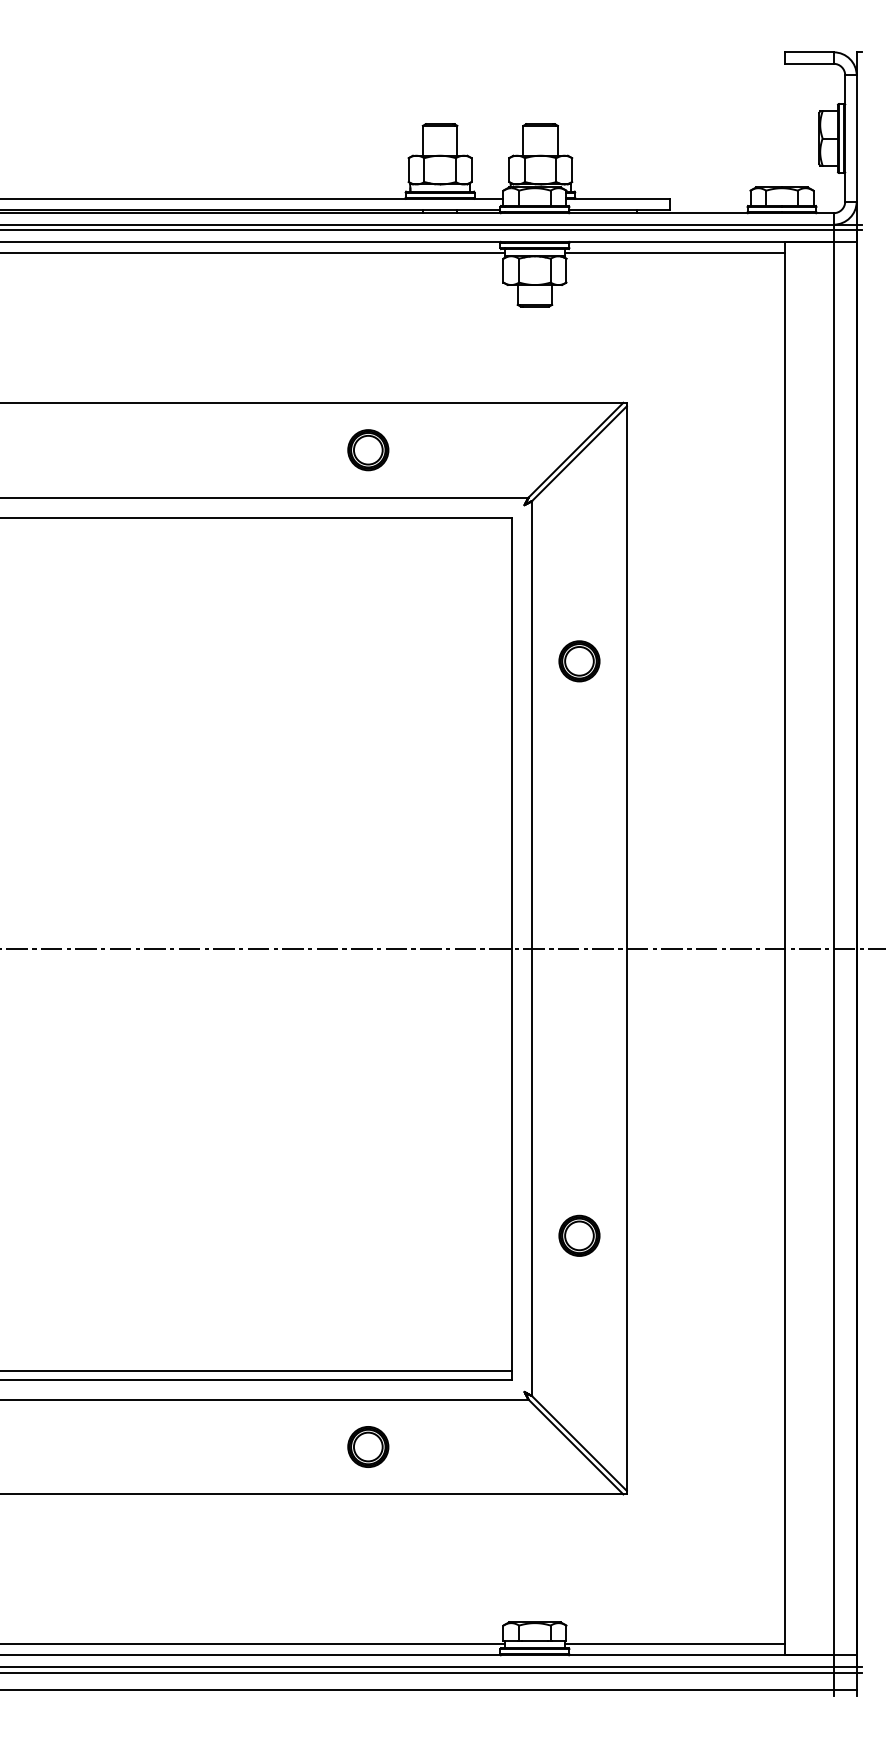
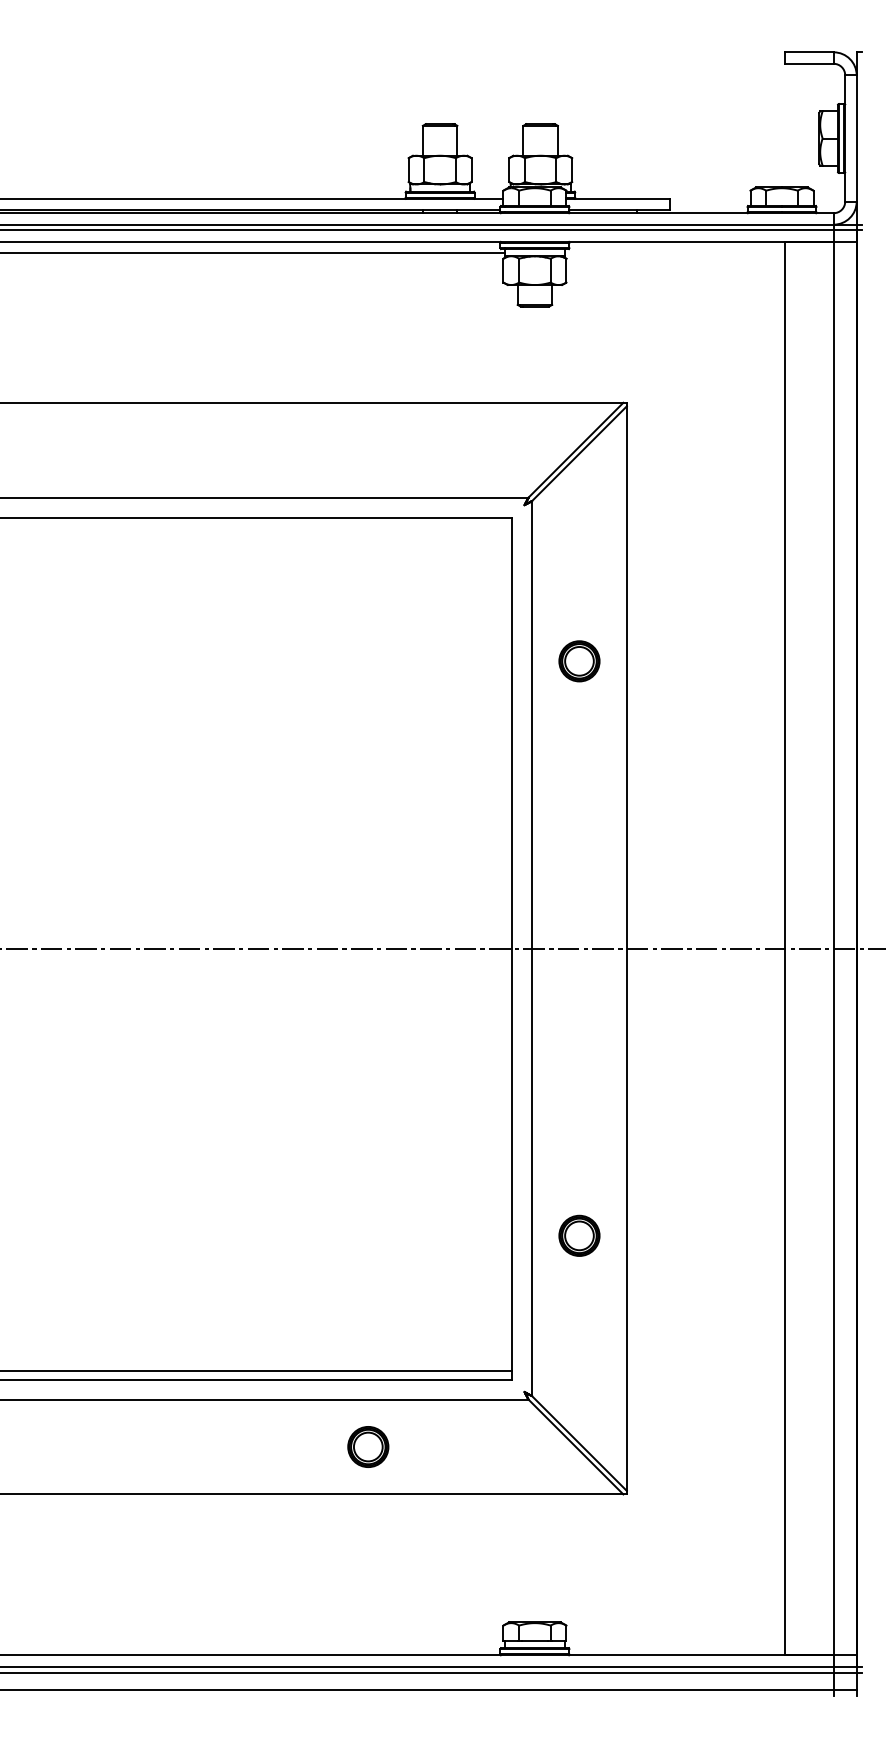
line at (674, 253): present -> none
part at (368, 450): present -> none
line at (253, 1643): present -> none
line at (674, 1643): present -> none
